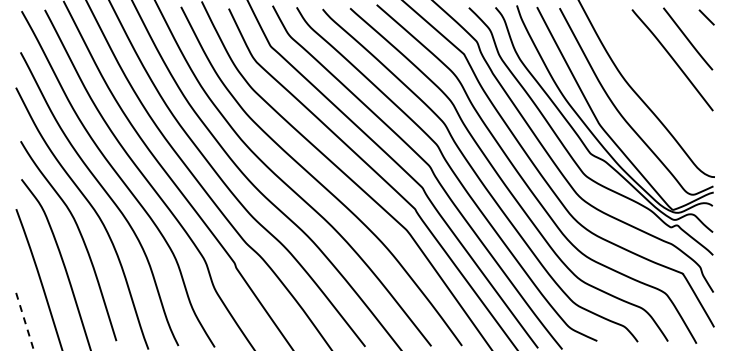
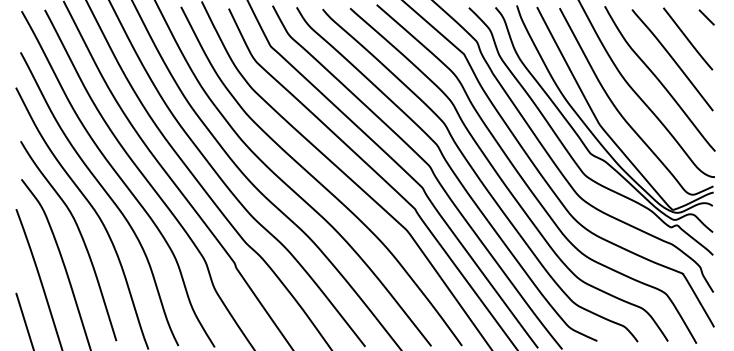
curve at (658, 78): none -> present
line at (25, 322): dashed -> solid
